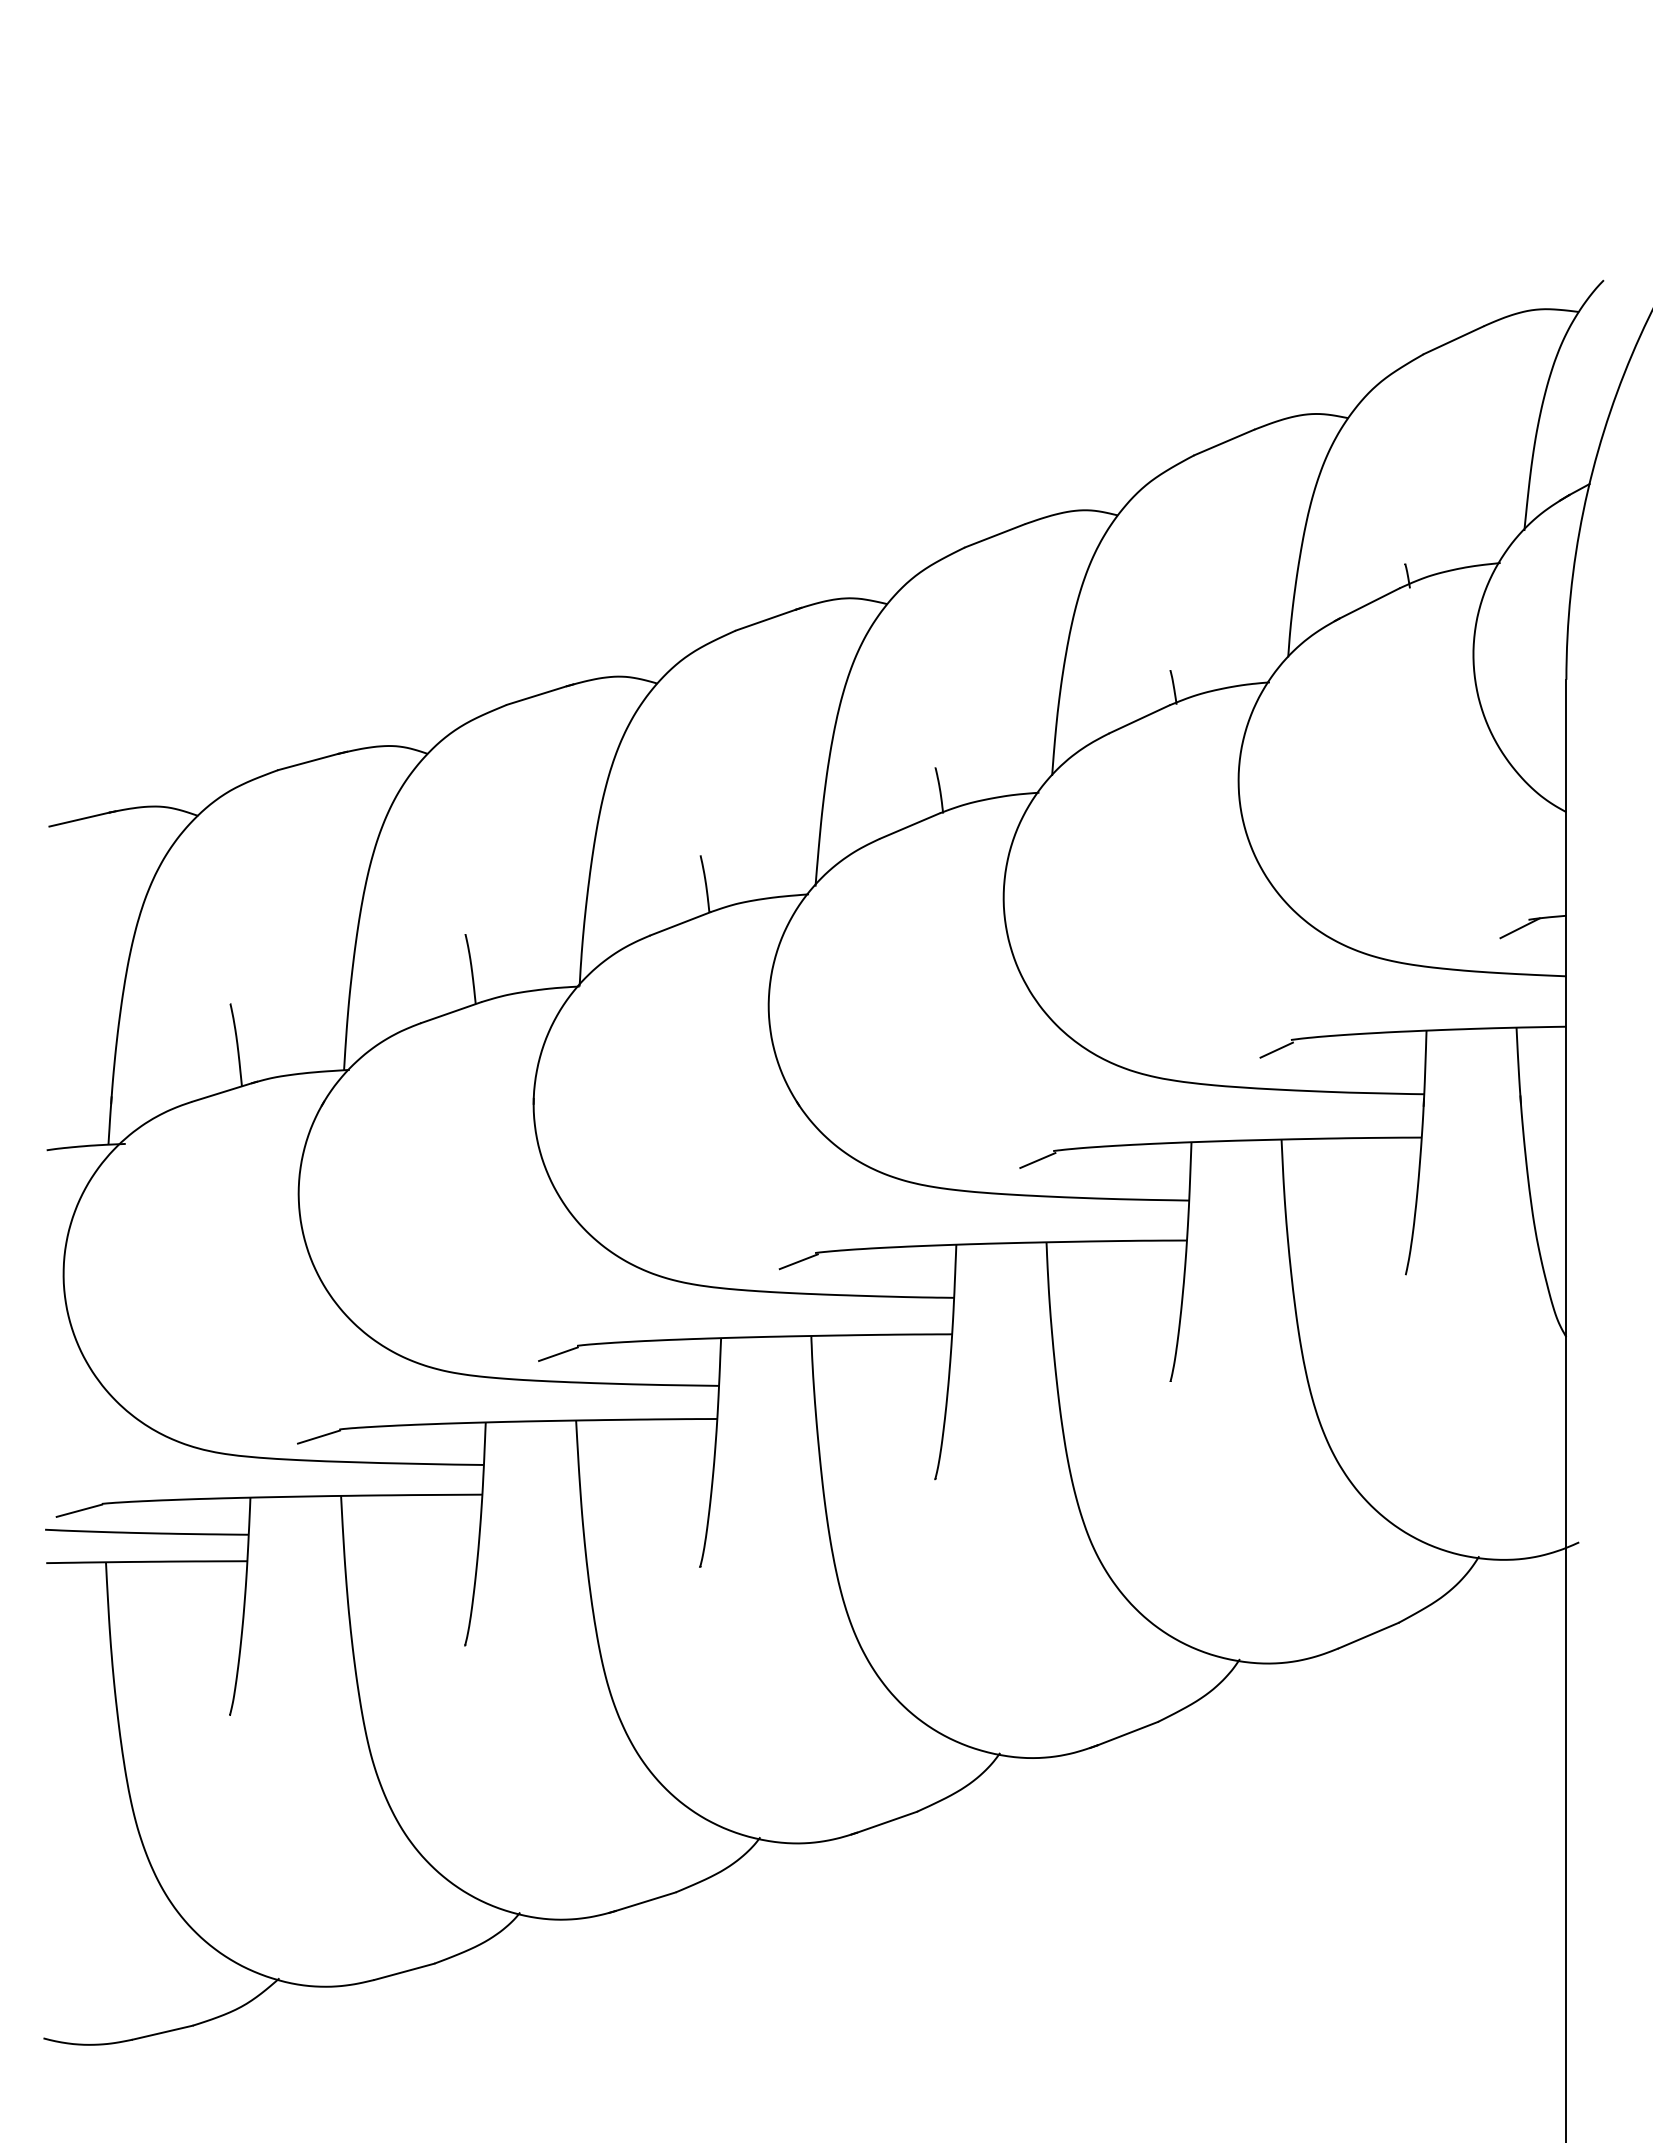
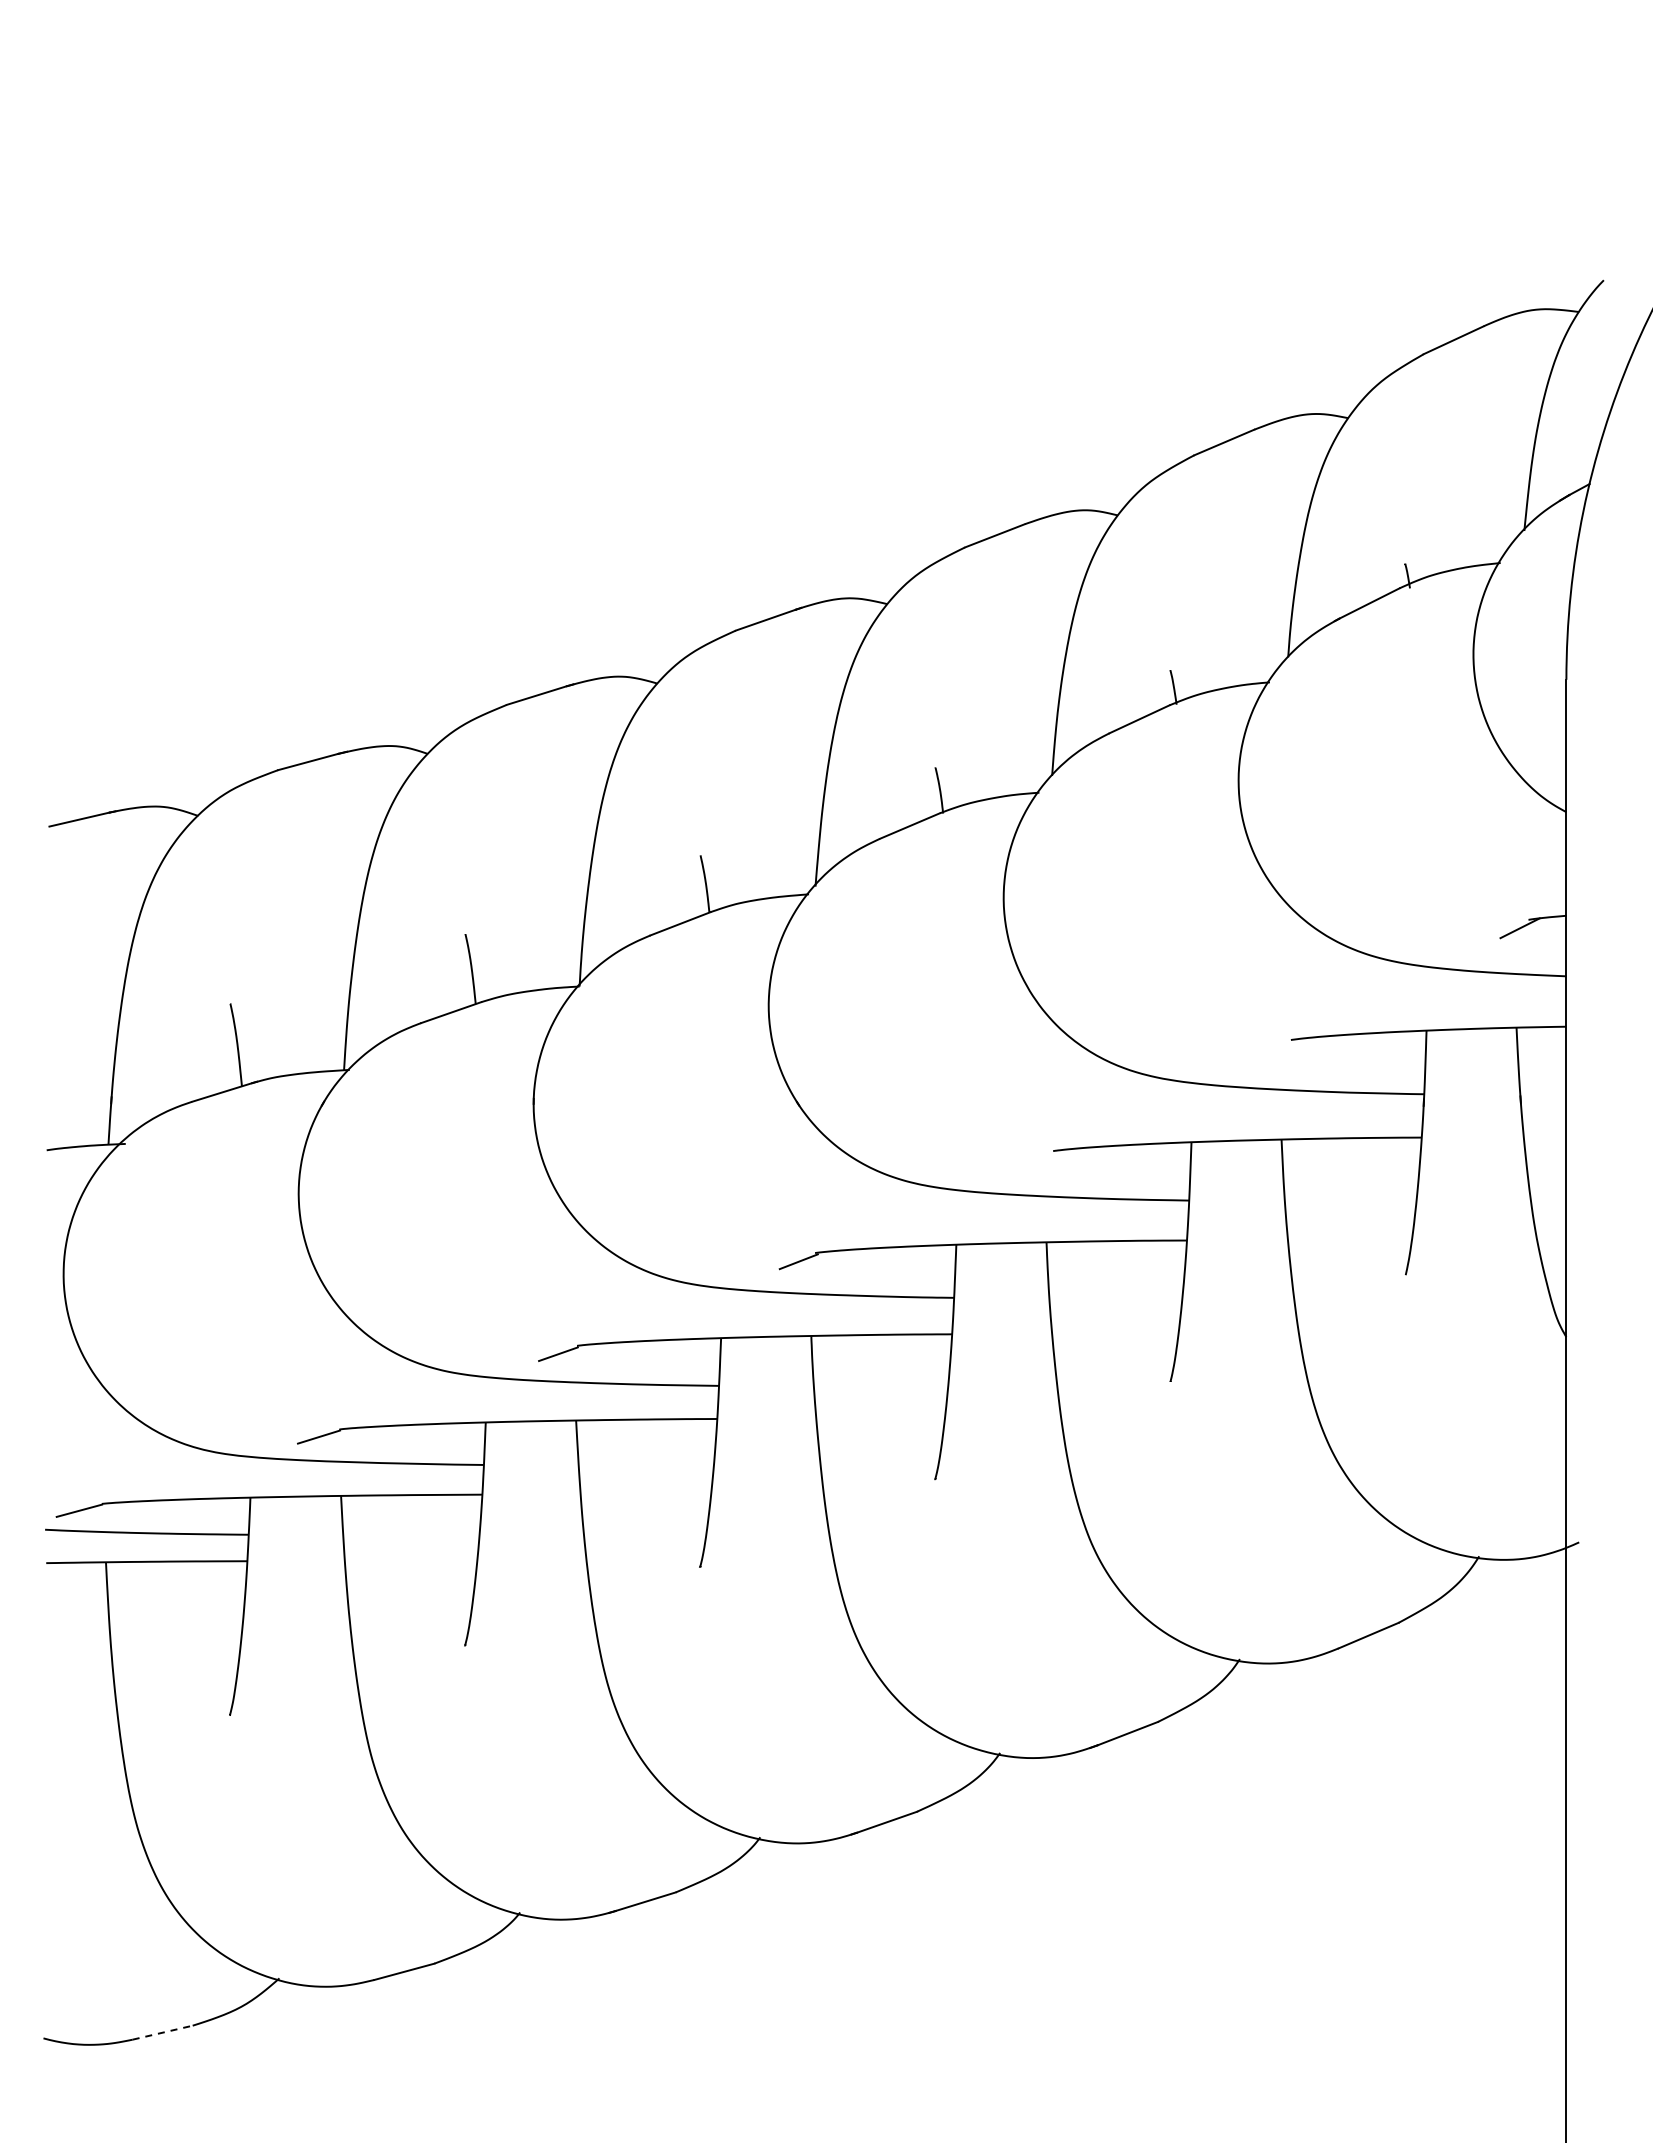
line at (1276, 1049): present -> none
line at (1037, 1160): present -> none
line at (162, 2032): solid -> dashed
